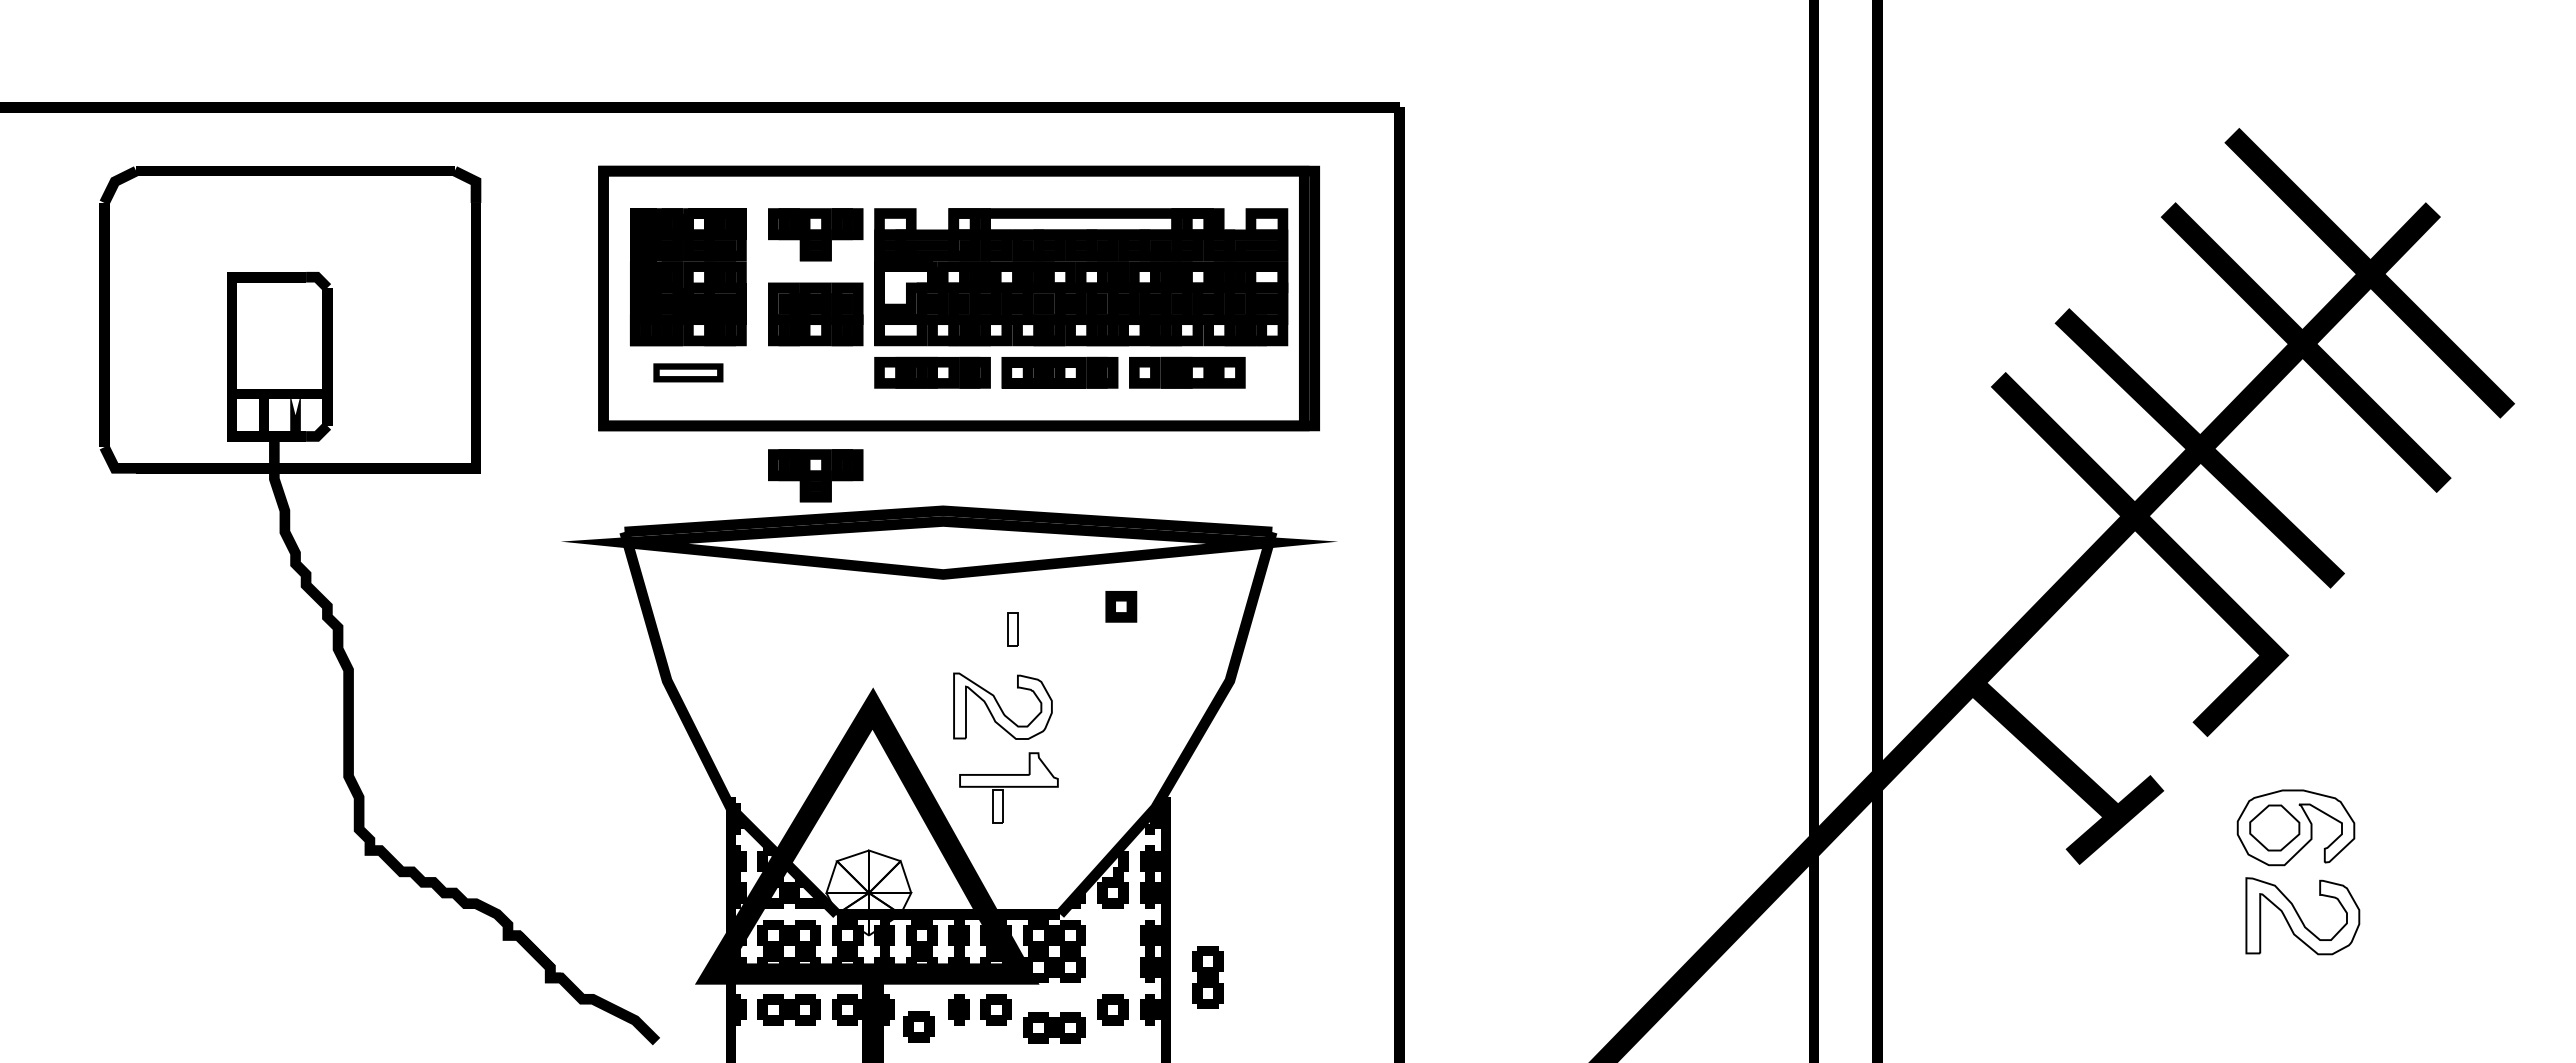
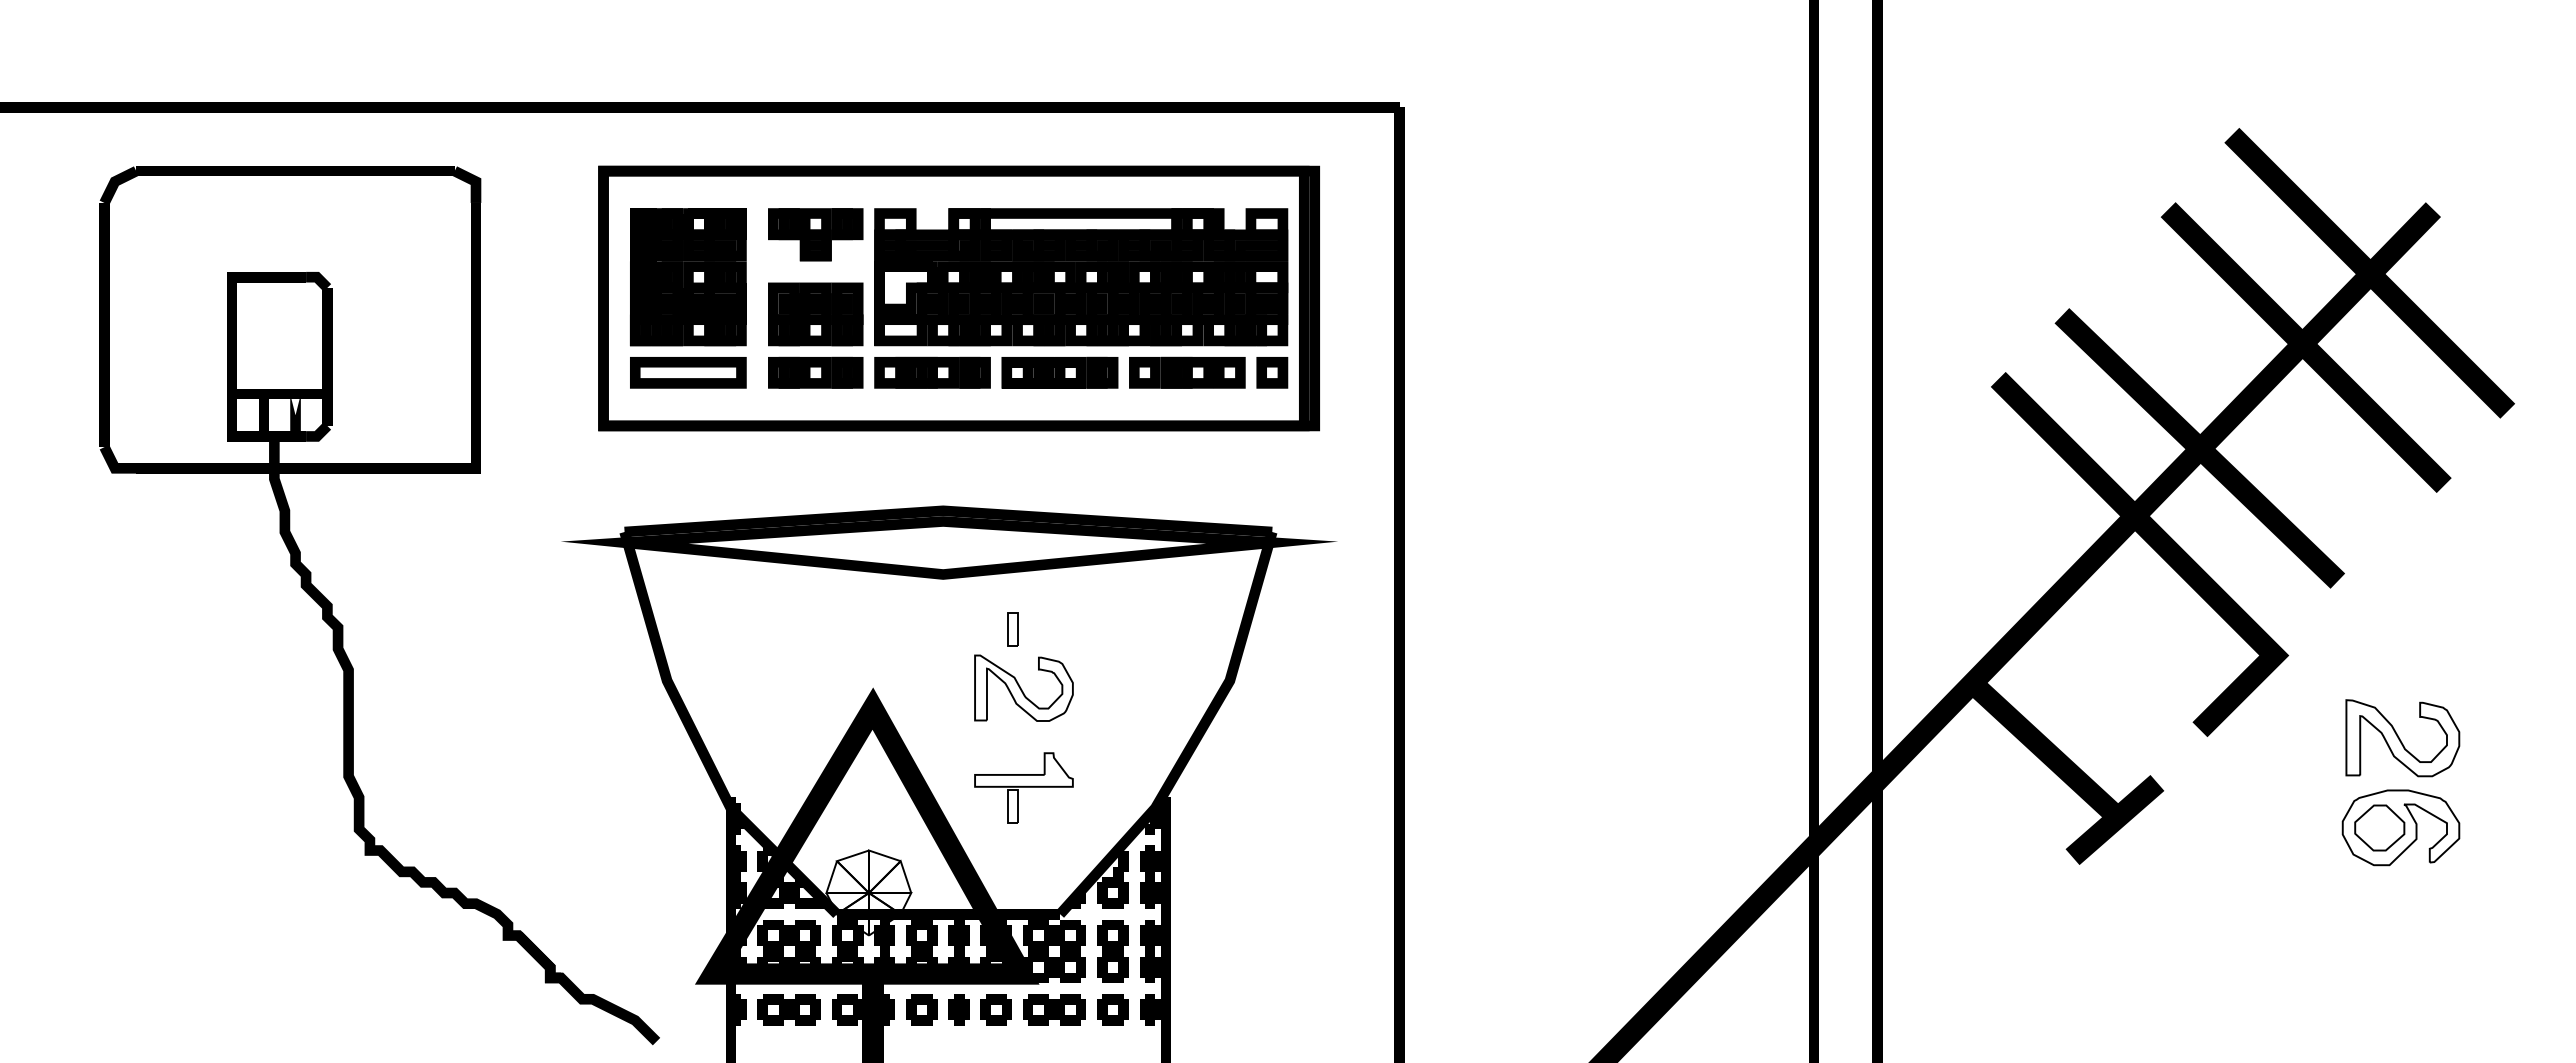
part at (688, 372) size: 71x20 px -> 117x32 px
part at (815, 372): none -> present
part at (815, 475): present -> none
part at (1121, 606) position: (1121, 606) -> (1272, 372)
part at (1002, 705) position: (1002, 705) -> (1023, 687)
part at (1008, 787) position: (1008, 787) -> (1023, 787)
part at (2295, 827) position: (2295, 827) -> (2400, 827)
part at (2302, 916) position: (2302, 916) -> (2402, 738)
part at (1207, 977) position: (1207, 977) -> (1112, 951)
part at (918, 1026) position: (918, 1026) -> (921, 1009)
part at (1054, 1027) position: (1054, 1027) -> (1054, 1009)
